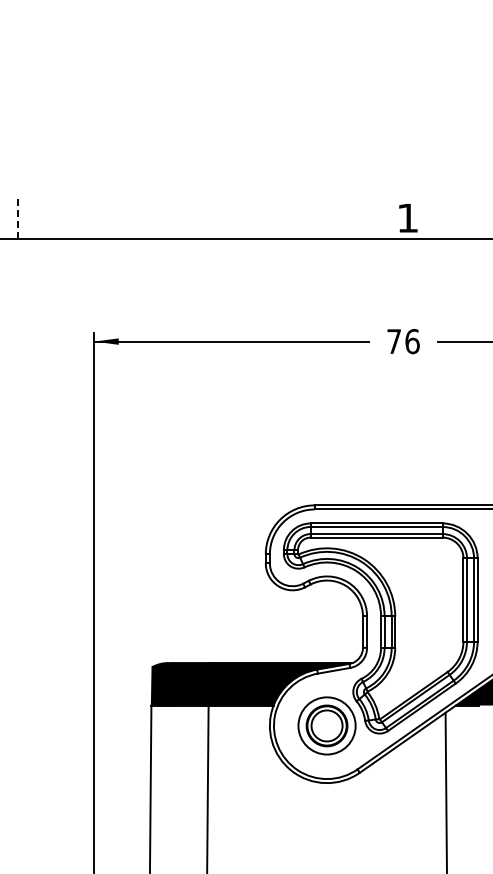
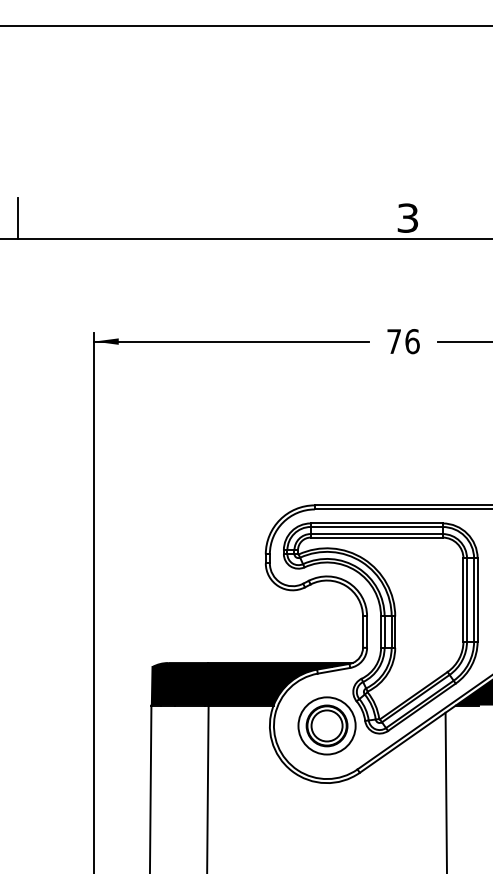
line at (245, 26): none -> present
line at (17, 217): dashed -> solid
text at (407, 217): 1 -> 3
